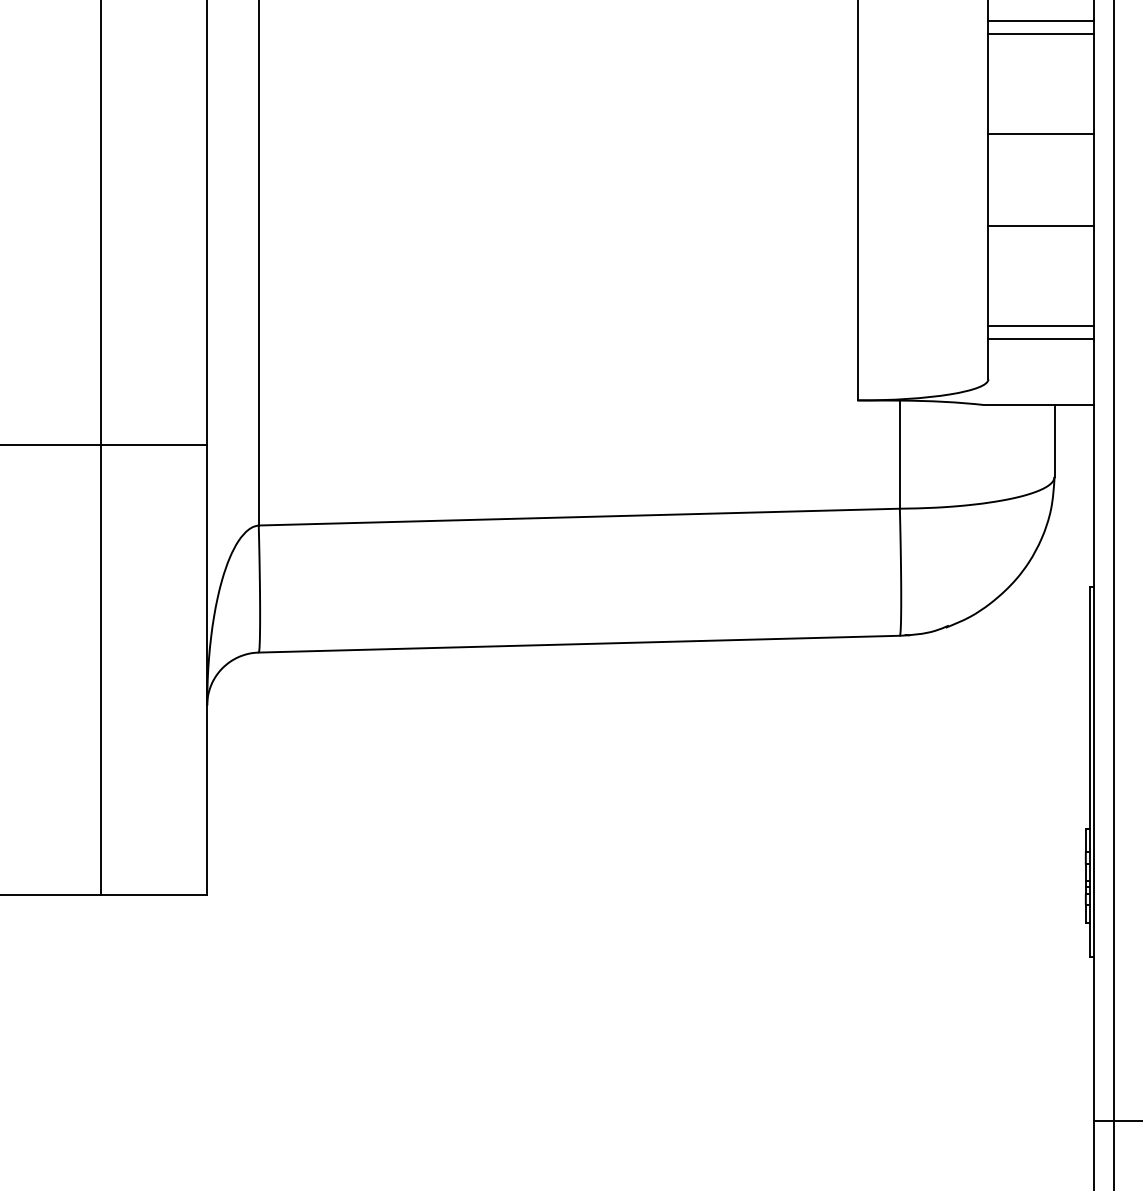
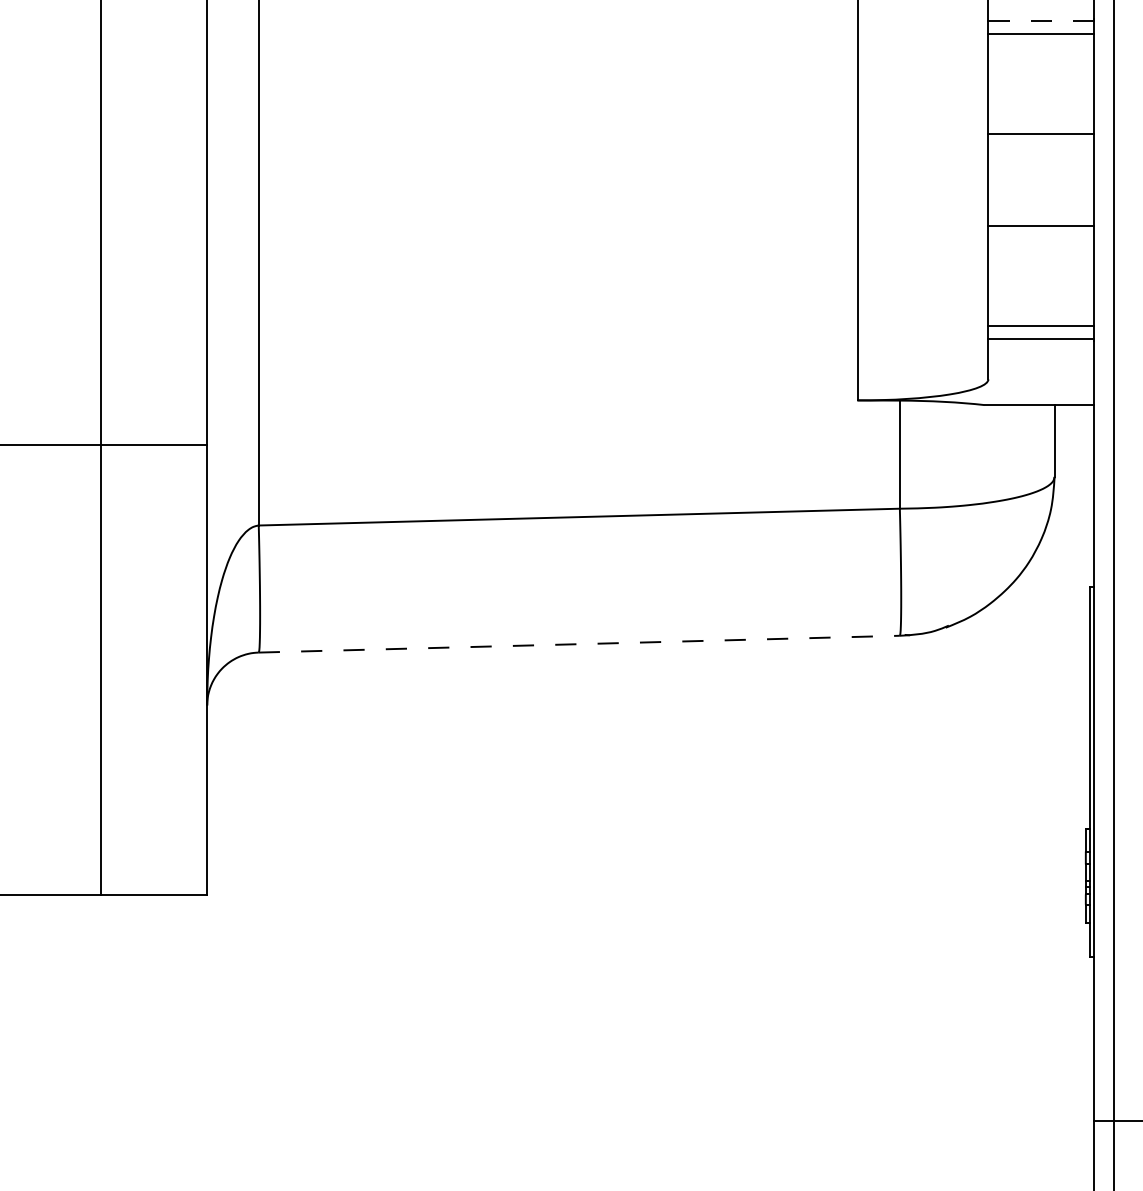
line at (1041, 21): solid -> dashed
line at (579, 644): solid -> dashed
